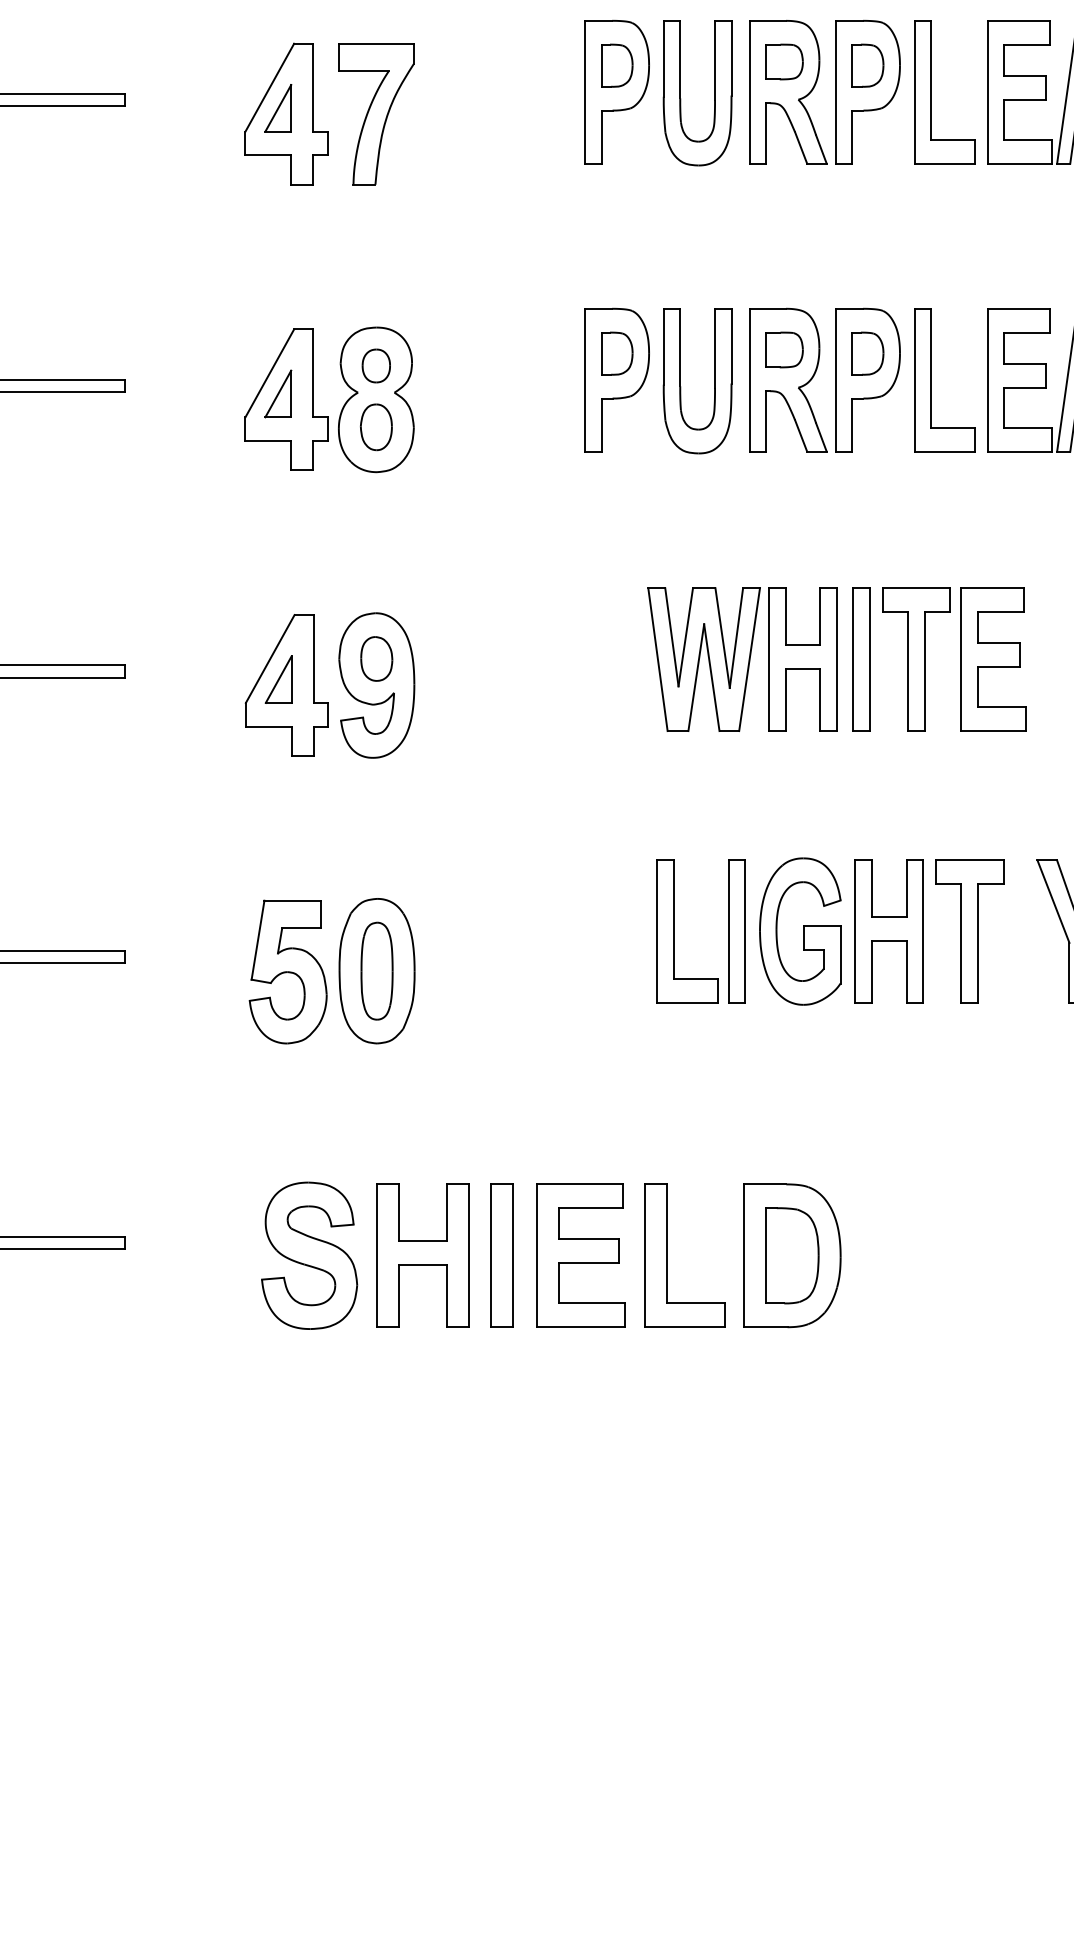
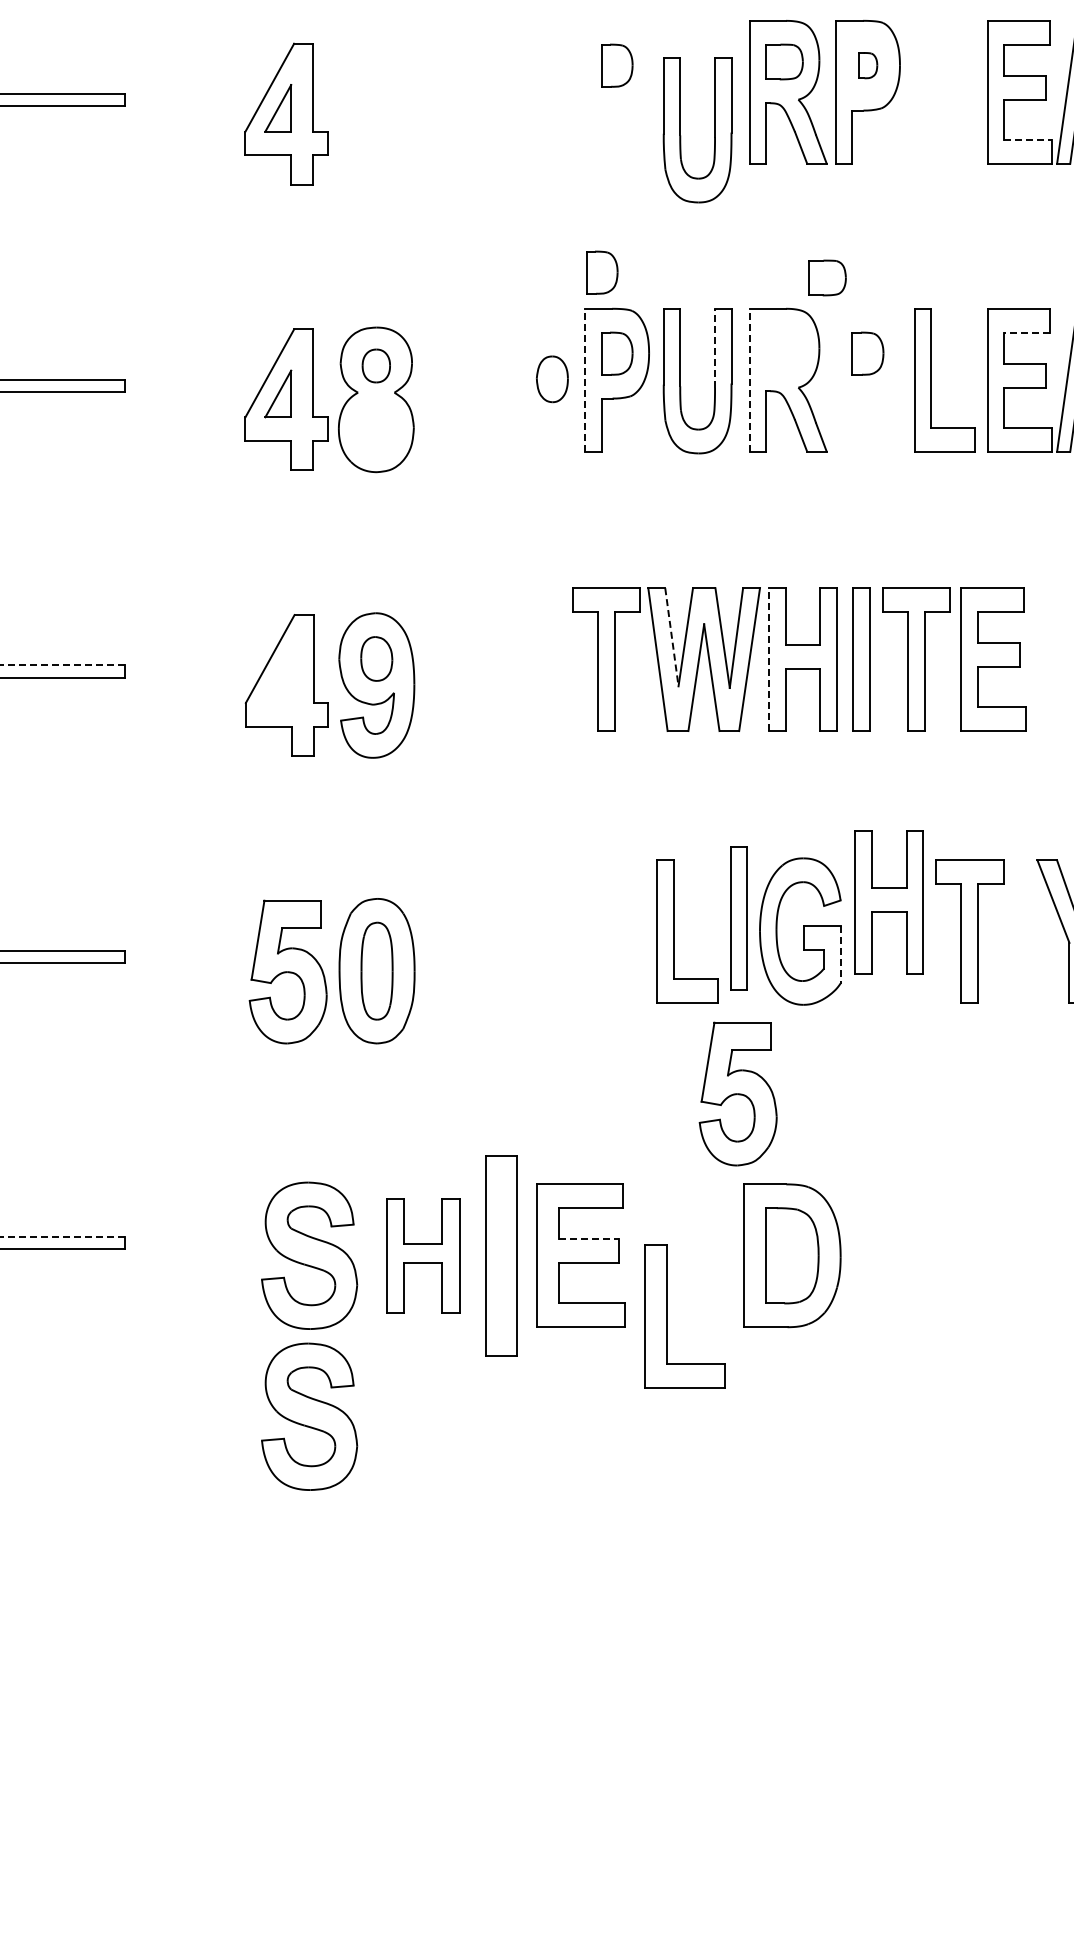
part at (867, 65) size: 34x45 px -> 21x28 px
part at (616, 91): present -> none
part at (931, 92): present -> none
part at (681, 98) position: (681, 98) -> (681, 135)
part at (376, 114): present -> none
line at (1028, 139): solid -> dashed
part at (602, 272): none -> present
line at (1027, 332): solid -> dashed
line at (715, 348): solid -> dashed
part at (784, 349) position: (784, 349) -> (827, 277)
line at (585, 379): solid -> dashed
line at (749, 379): solid -> dashed
part at (867, 379): present -> none
part at (376, 427) position: (376, 427) -> (552, 379)
line at (671, 637): solid -> dashed
part at (606, 659): none -> present
line at (769, 659): solid -> dashed
line at (62, 665): solid -> dashed
part at (278, 679): present -> none
part at (736, 931) position: (736, 931) -> (738, 918)
part at (888, 931) position: (888, 931) -> (888, 902)
line at (840, 954): solid -> dashed
part at (737, 1093): none -> present
line at (62, 1236): solid -> dashed
line at (589, 1239): solid -> dashed
part at (422, 1255) size: 94x145 px -> 75x116 px
part at (501, 1255) size: 24x145 px -> 33x202 px
part at (667, 1255) position: (667, 1255) -> (667, 1316)
part at (309, 1416): none -> present
